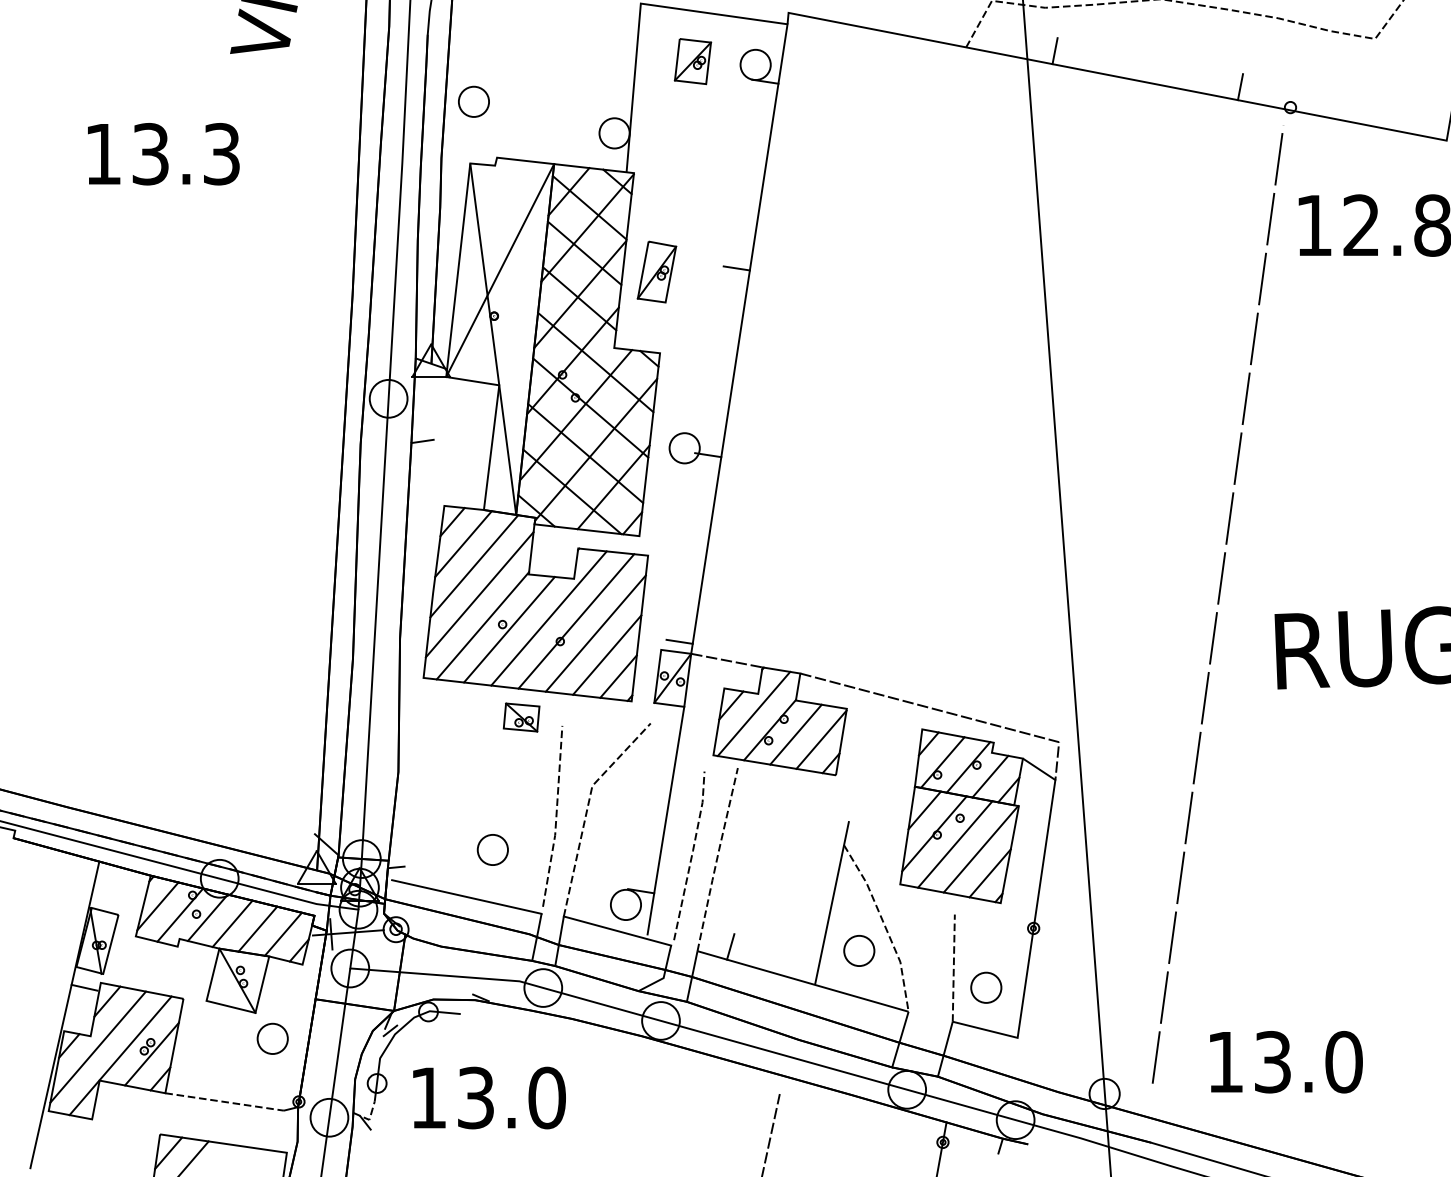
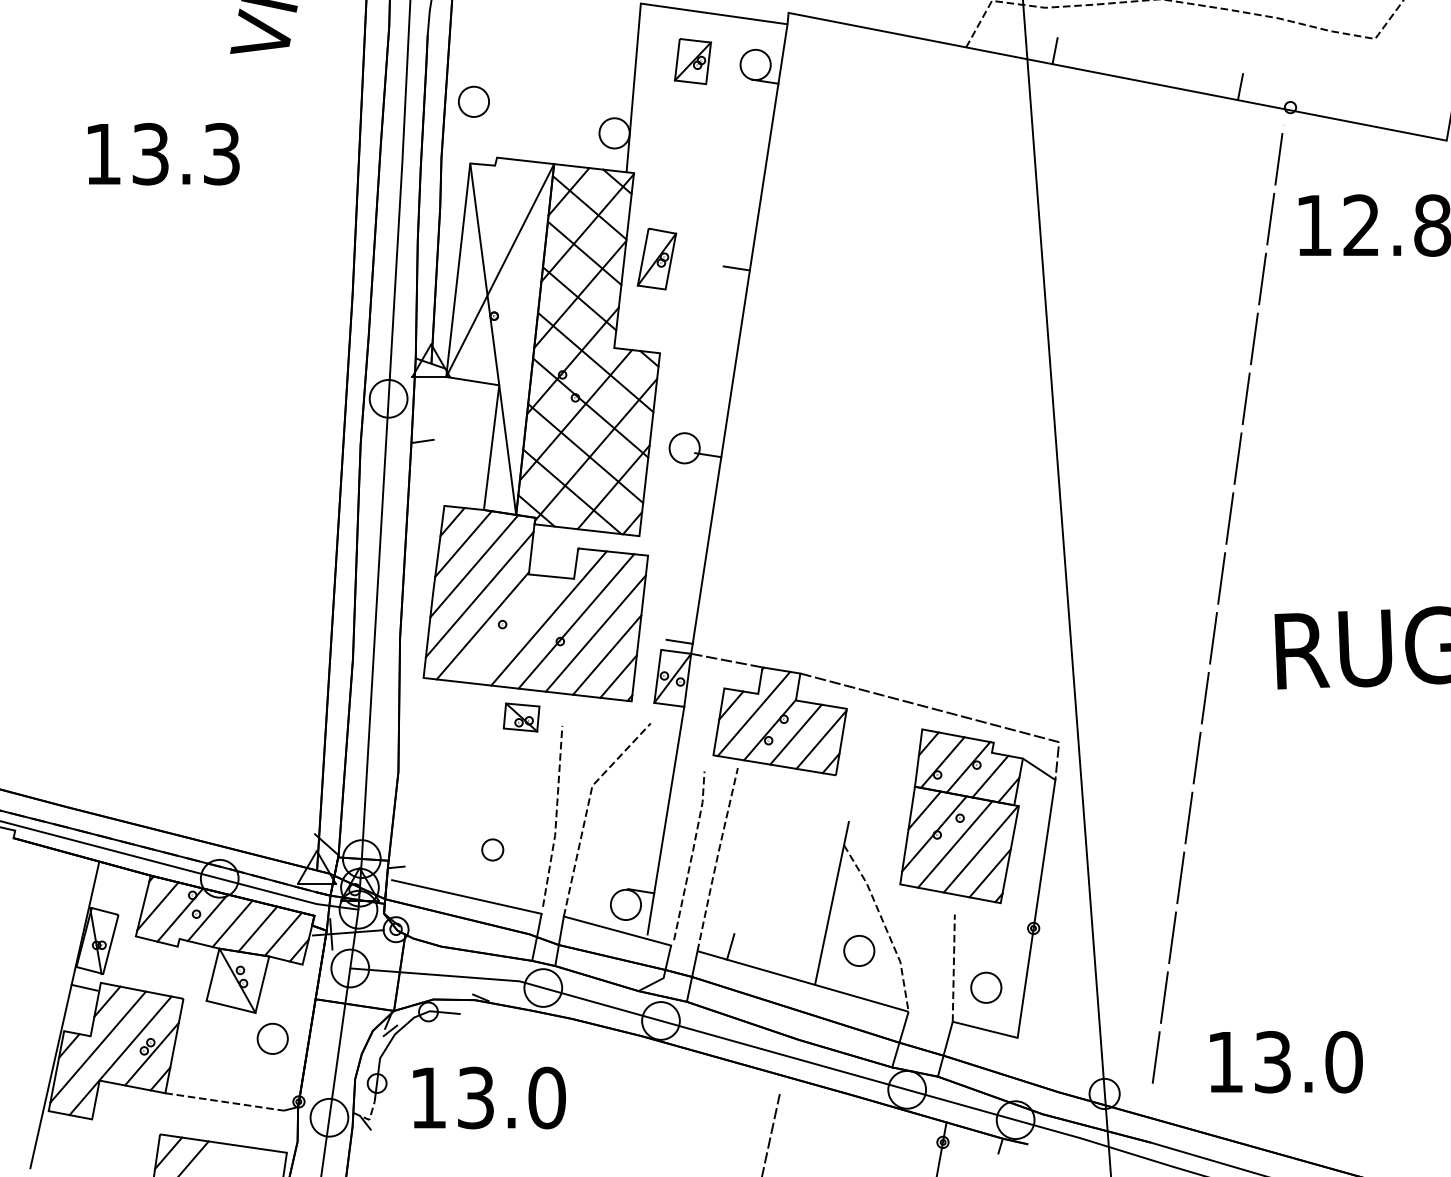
part at (656, 271) position: (656, 271) -> (656, 258)
line at (509, 629): present -> none
part at (492, 849) size: 33x32 px -> 24x24 px
